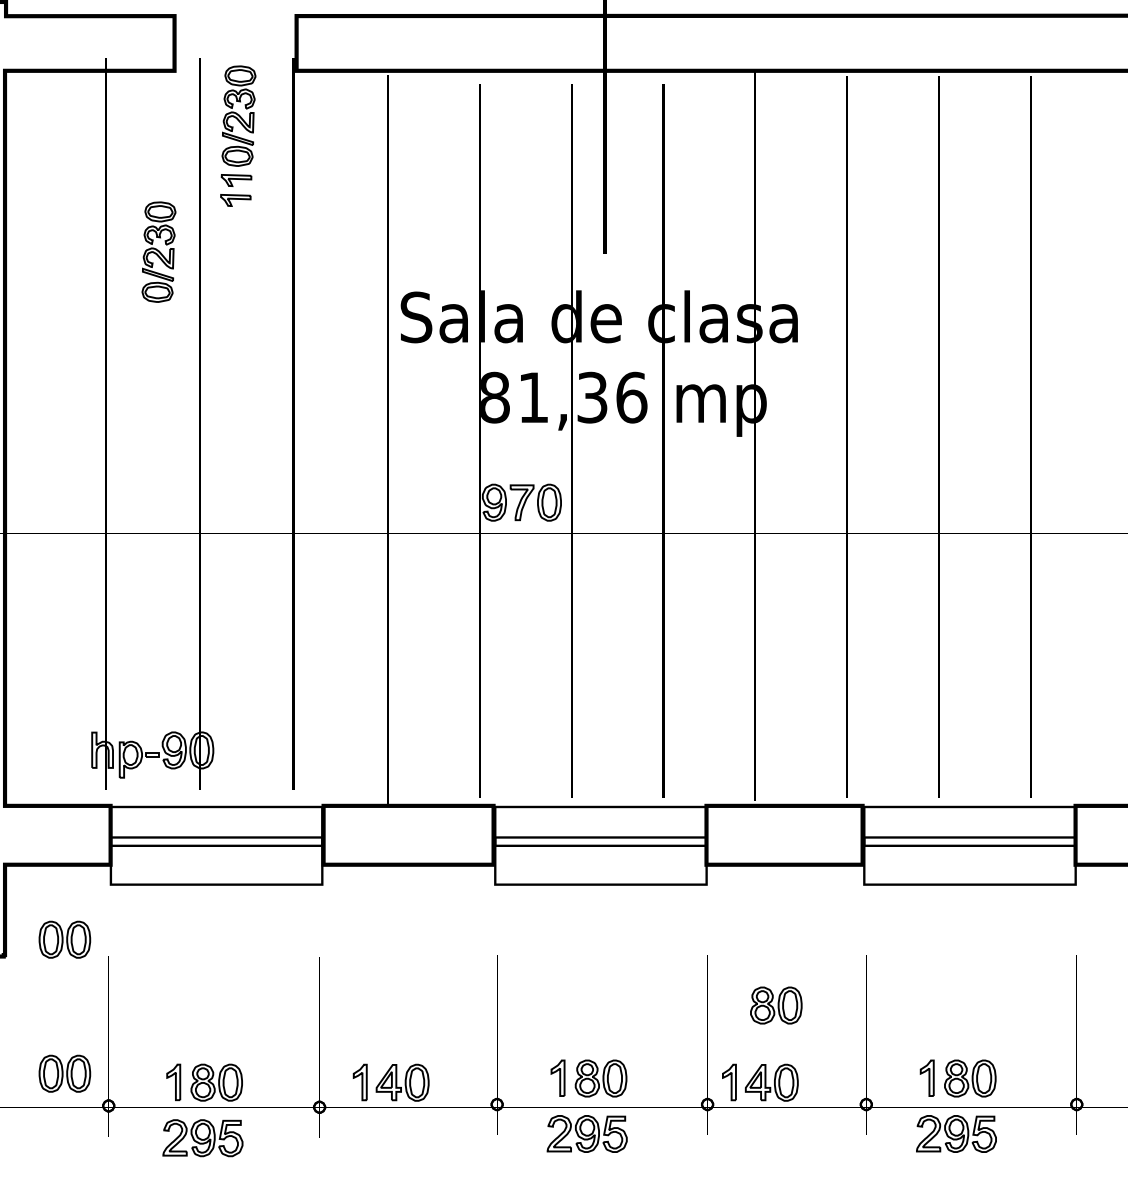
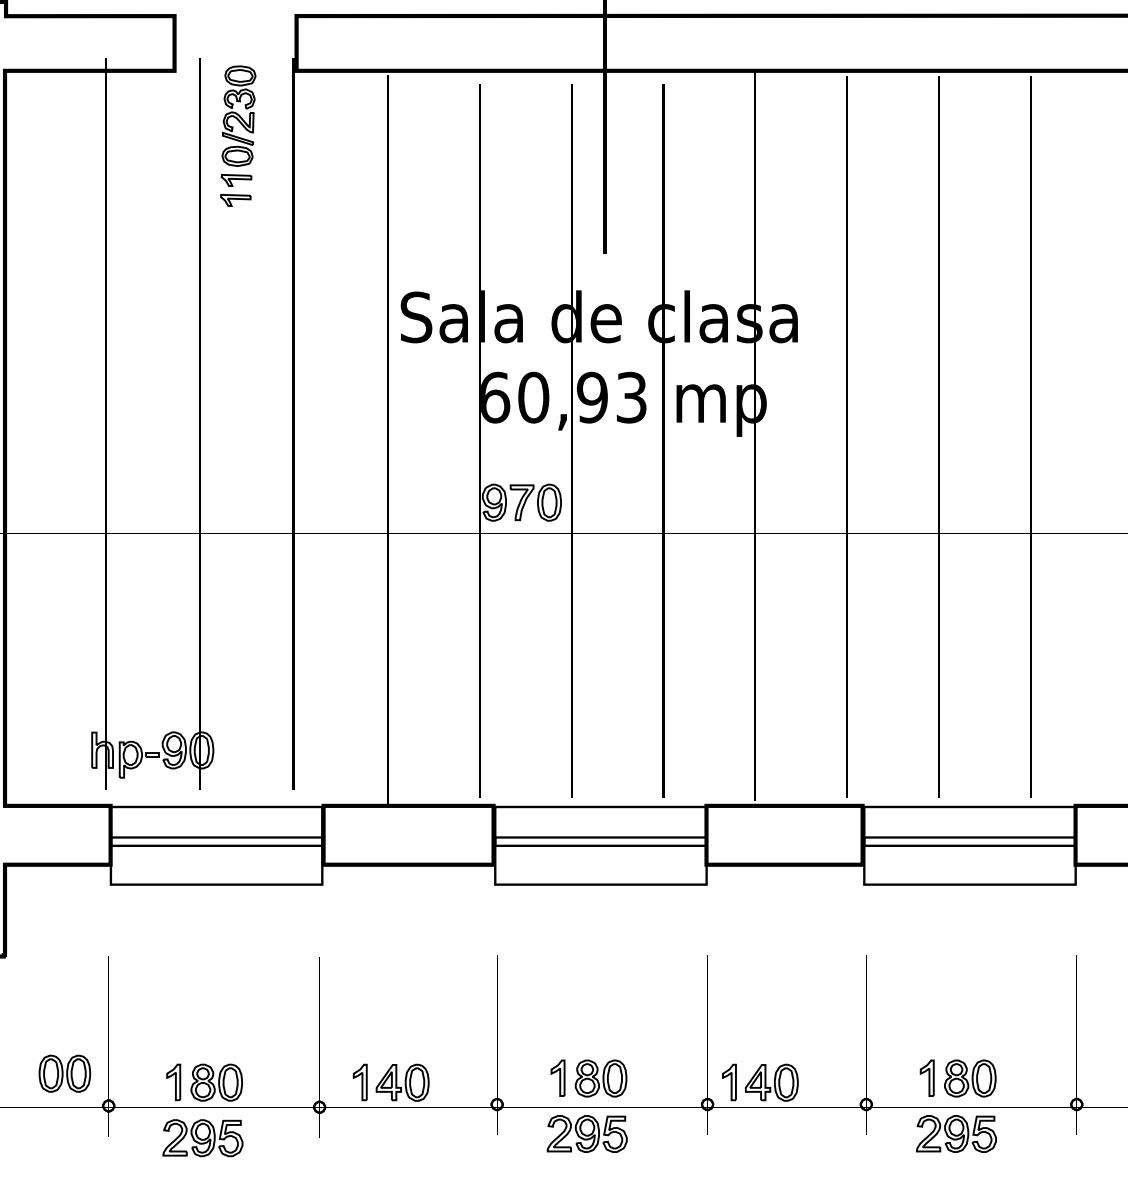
part at (158, 251): present -> none
text at (564, 397): 81,36 -> 60,93
part at (64, 939): present -> none
part at (776, 1005): present -> none
